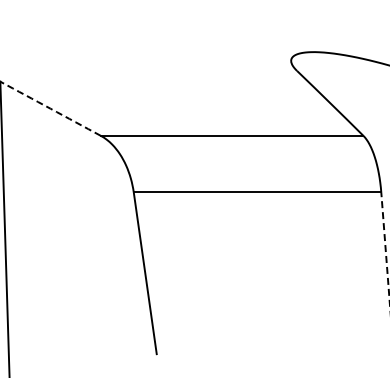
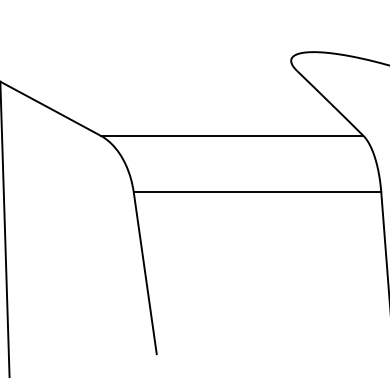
arc at (50, 108): dashed -> solid
line at (385, 248): dashed -> solid
